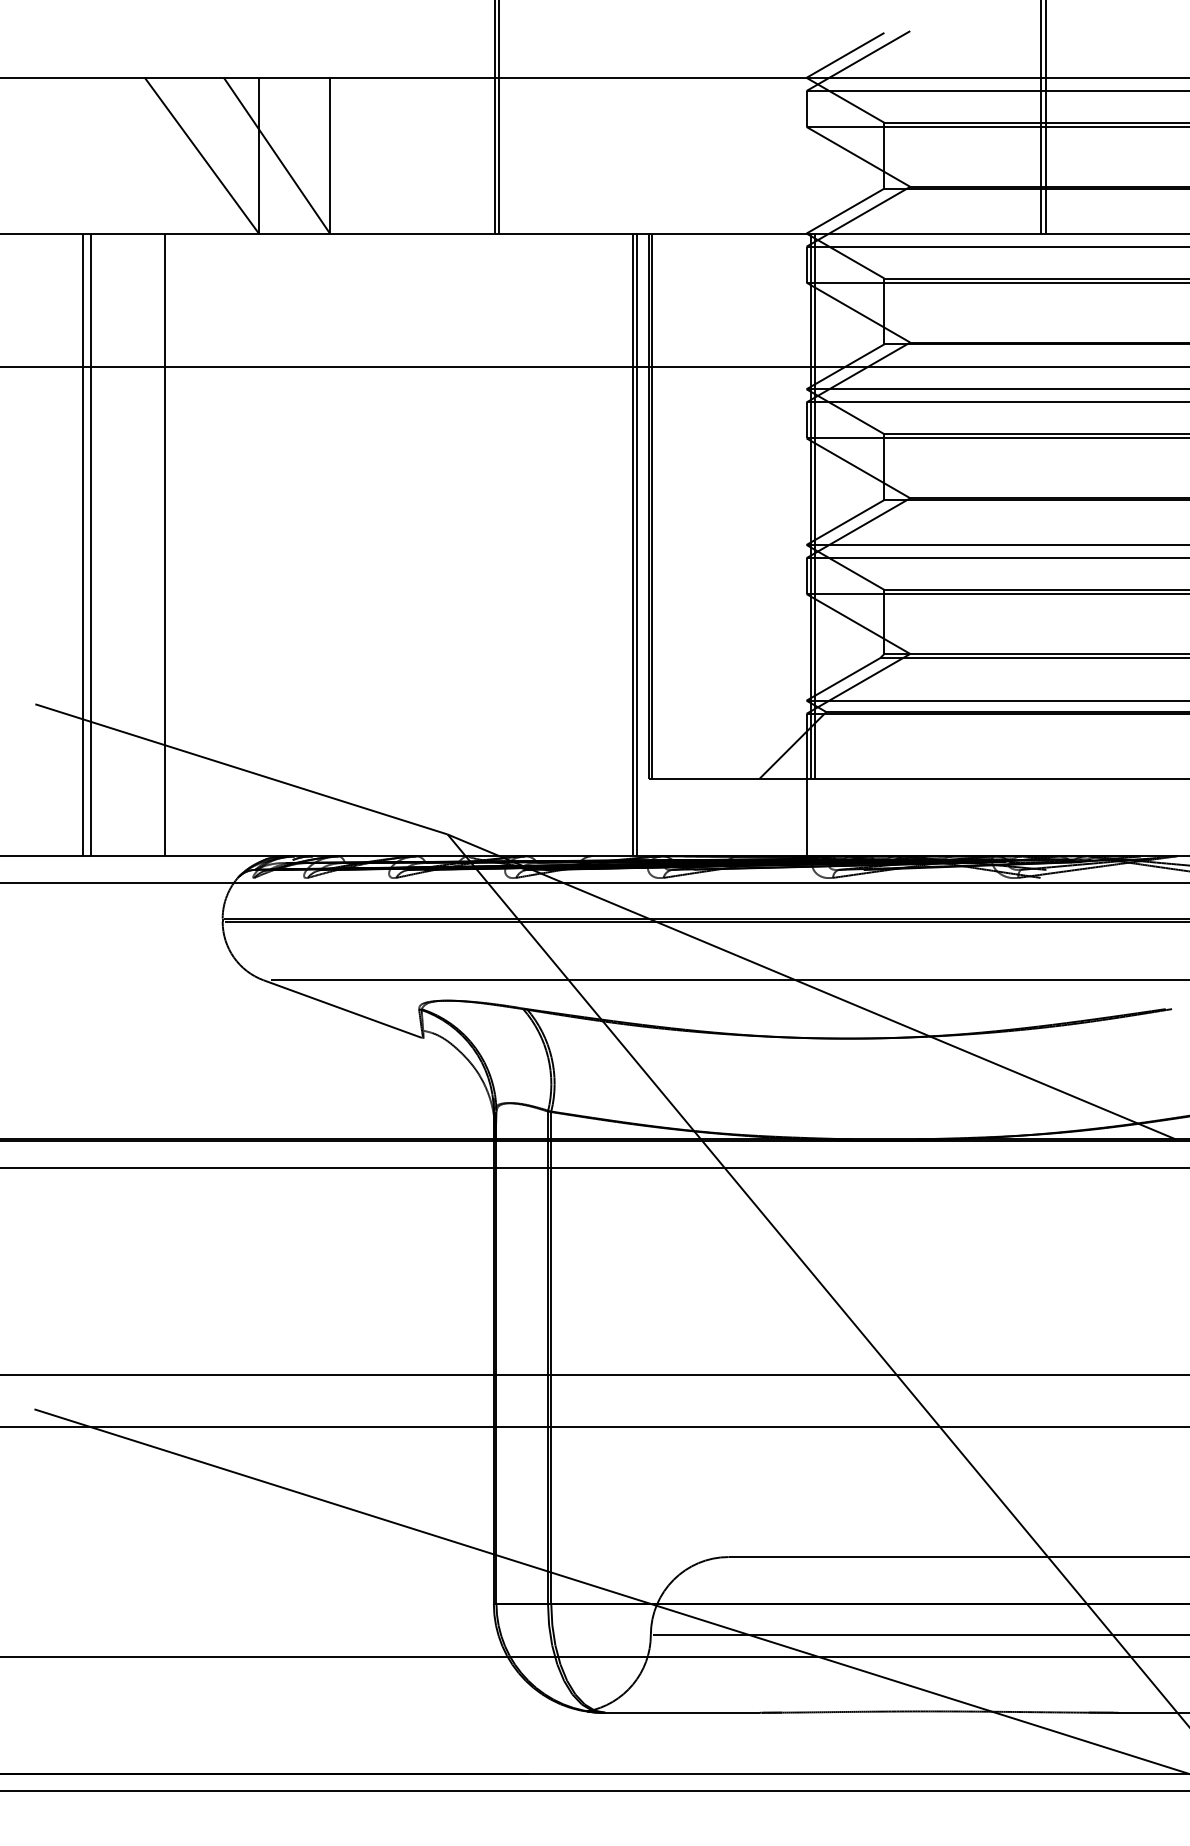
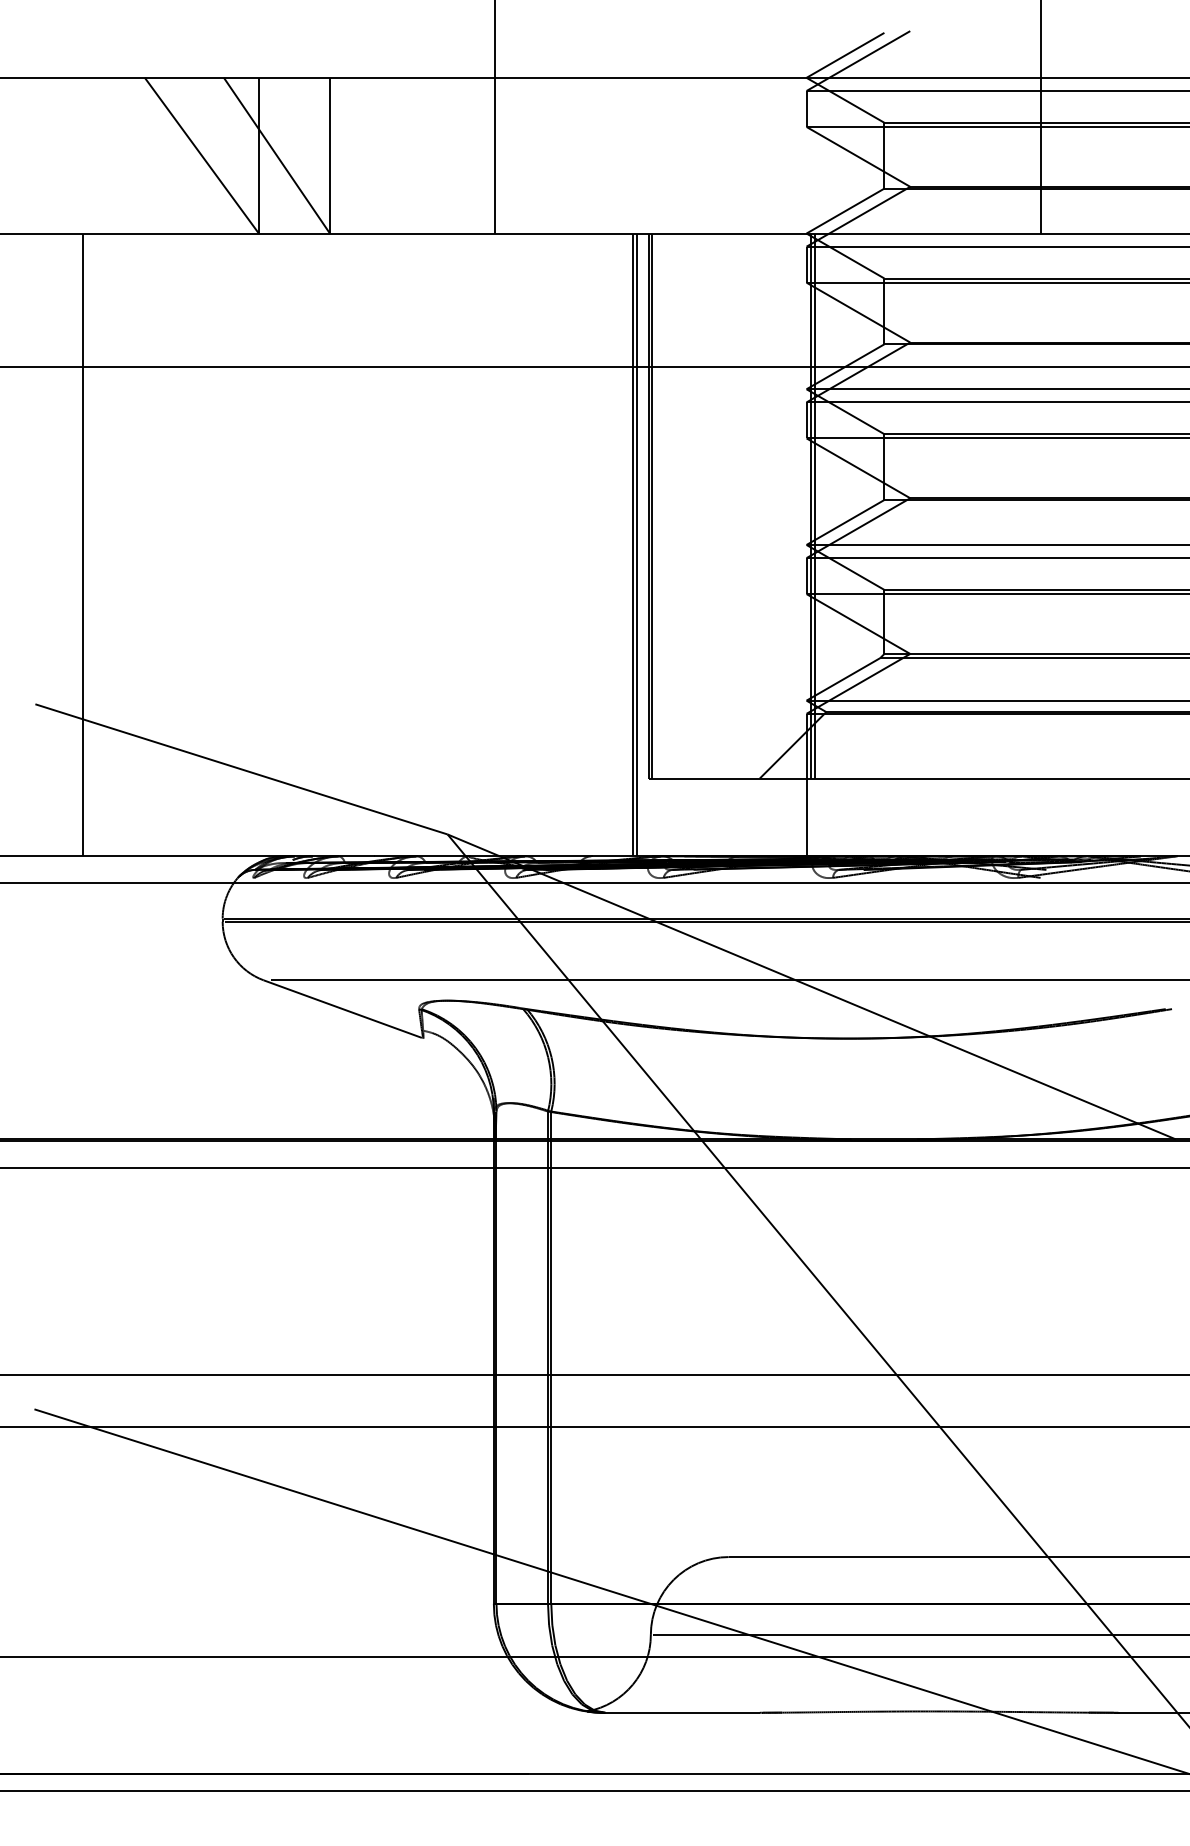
line at (499, 117): present -> none
line at (1045, 117): present -> none
line at (91, 544): present -> none
line at (165, 544): present -> none
